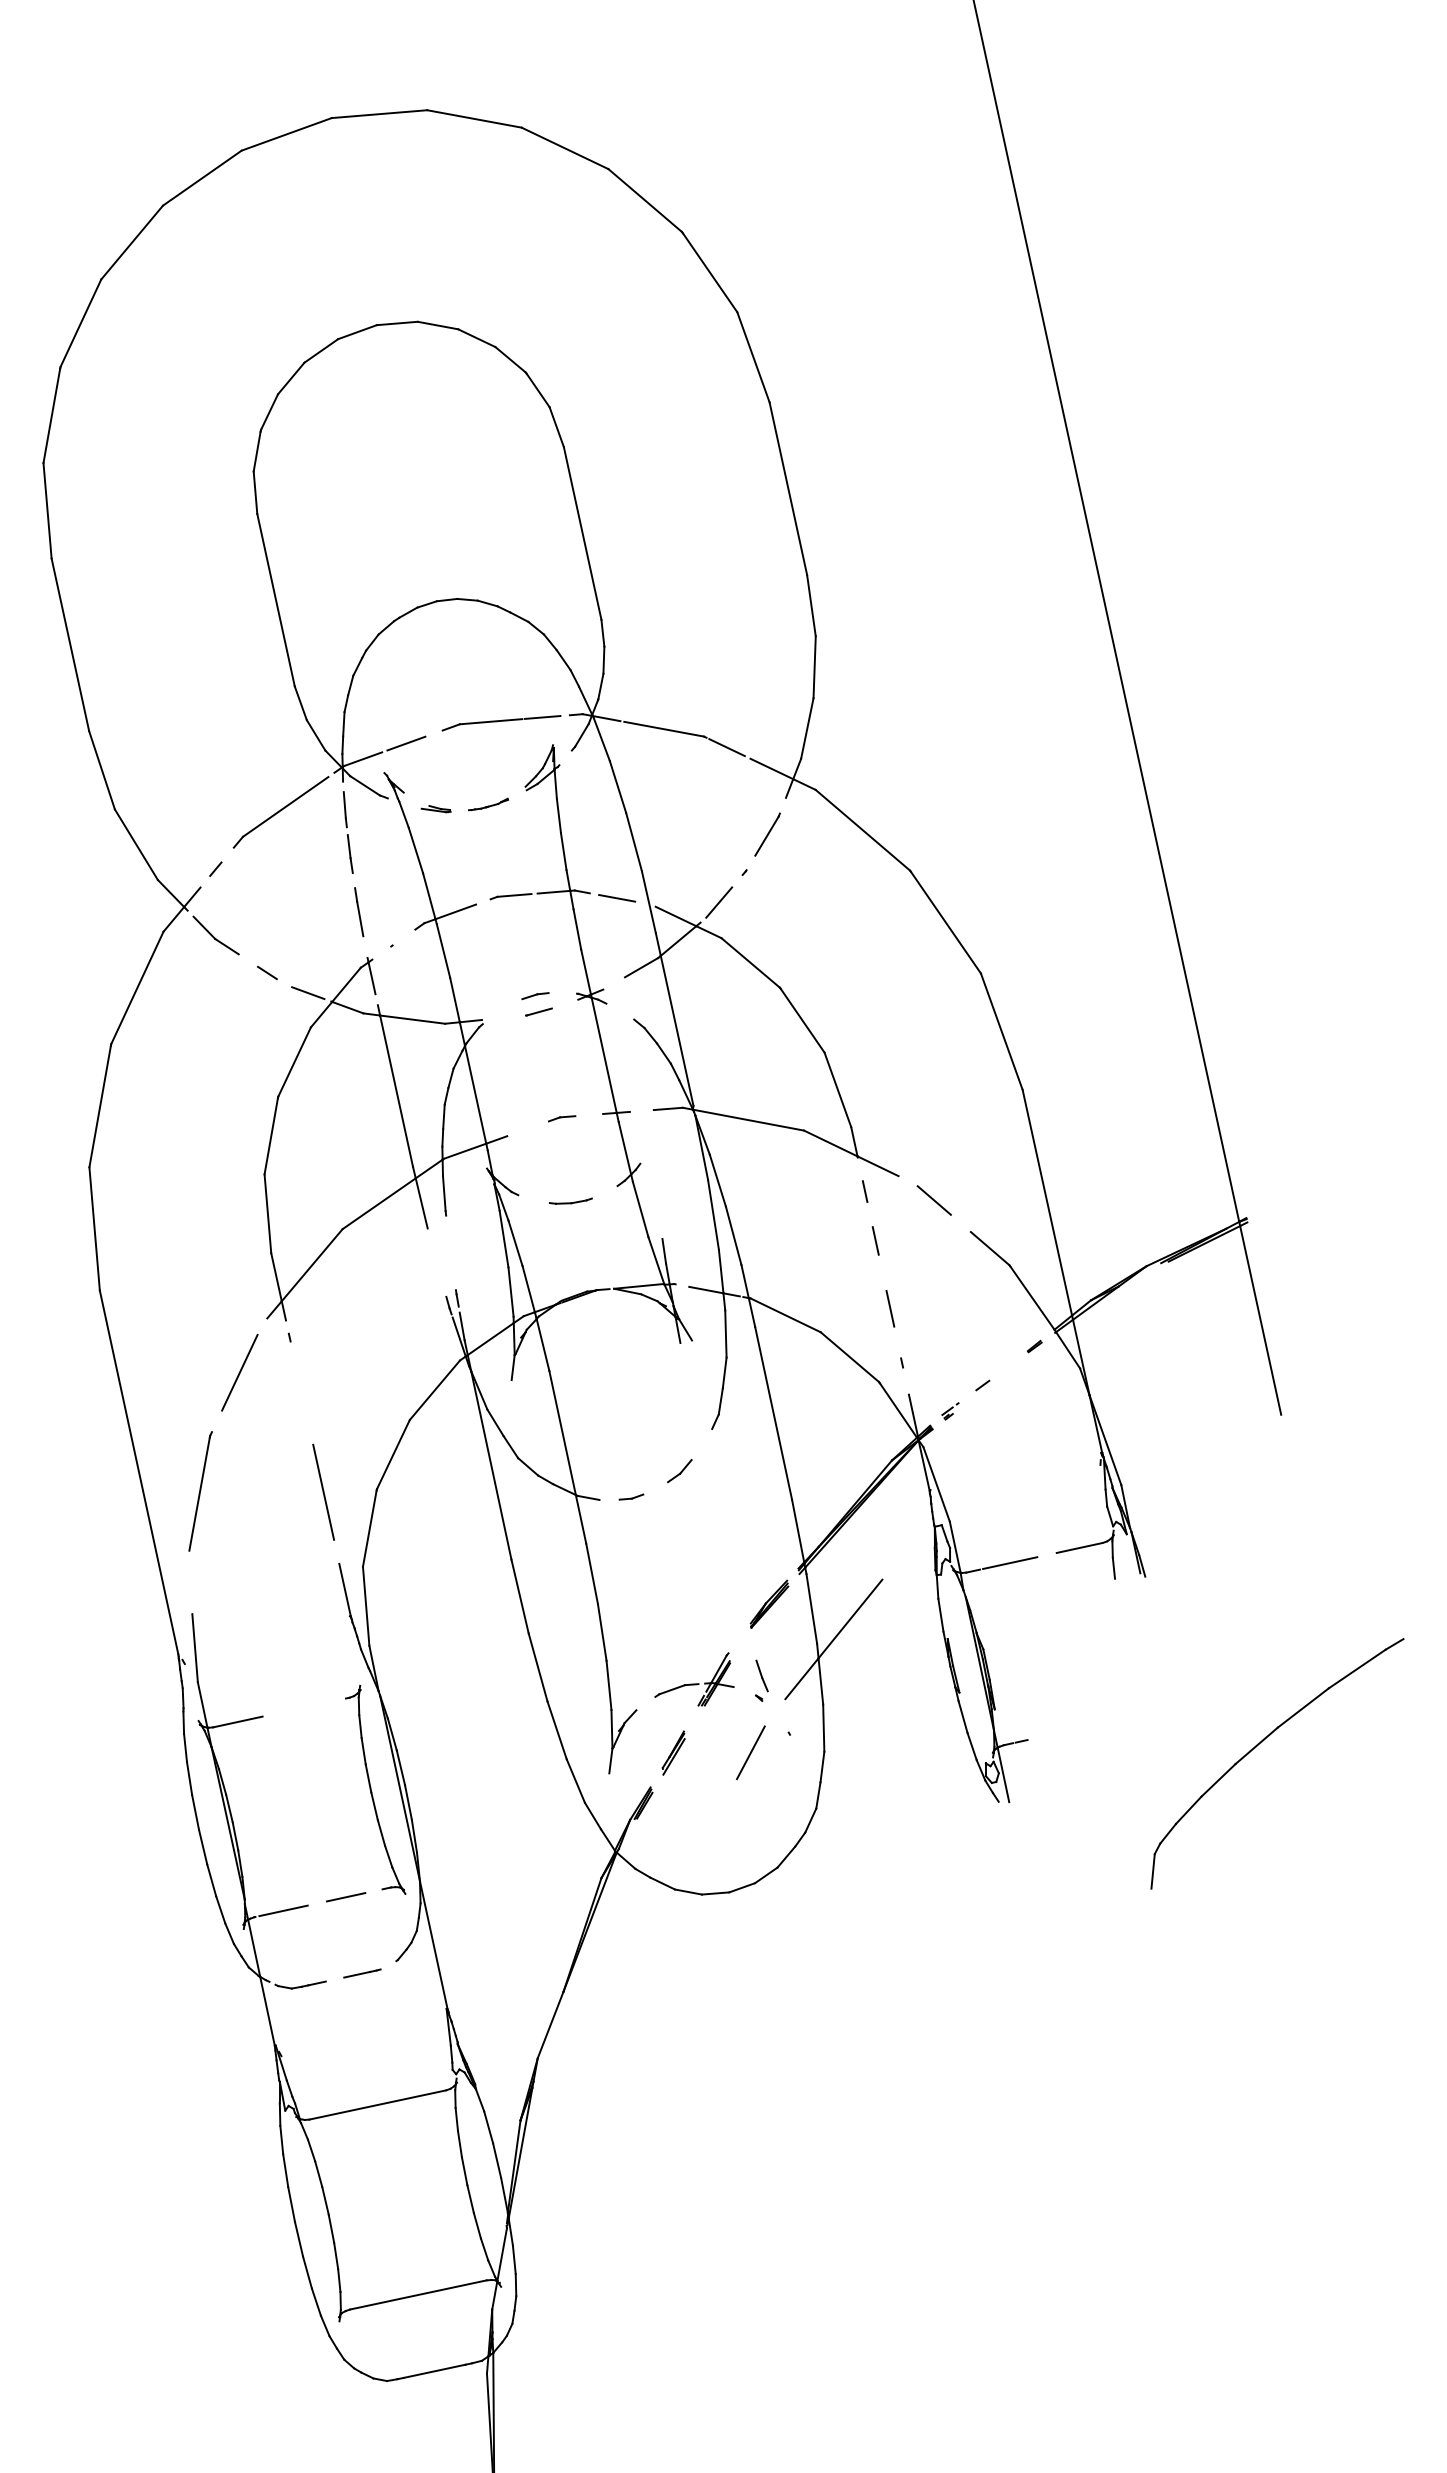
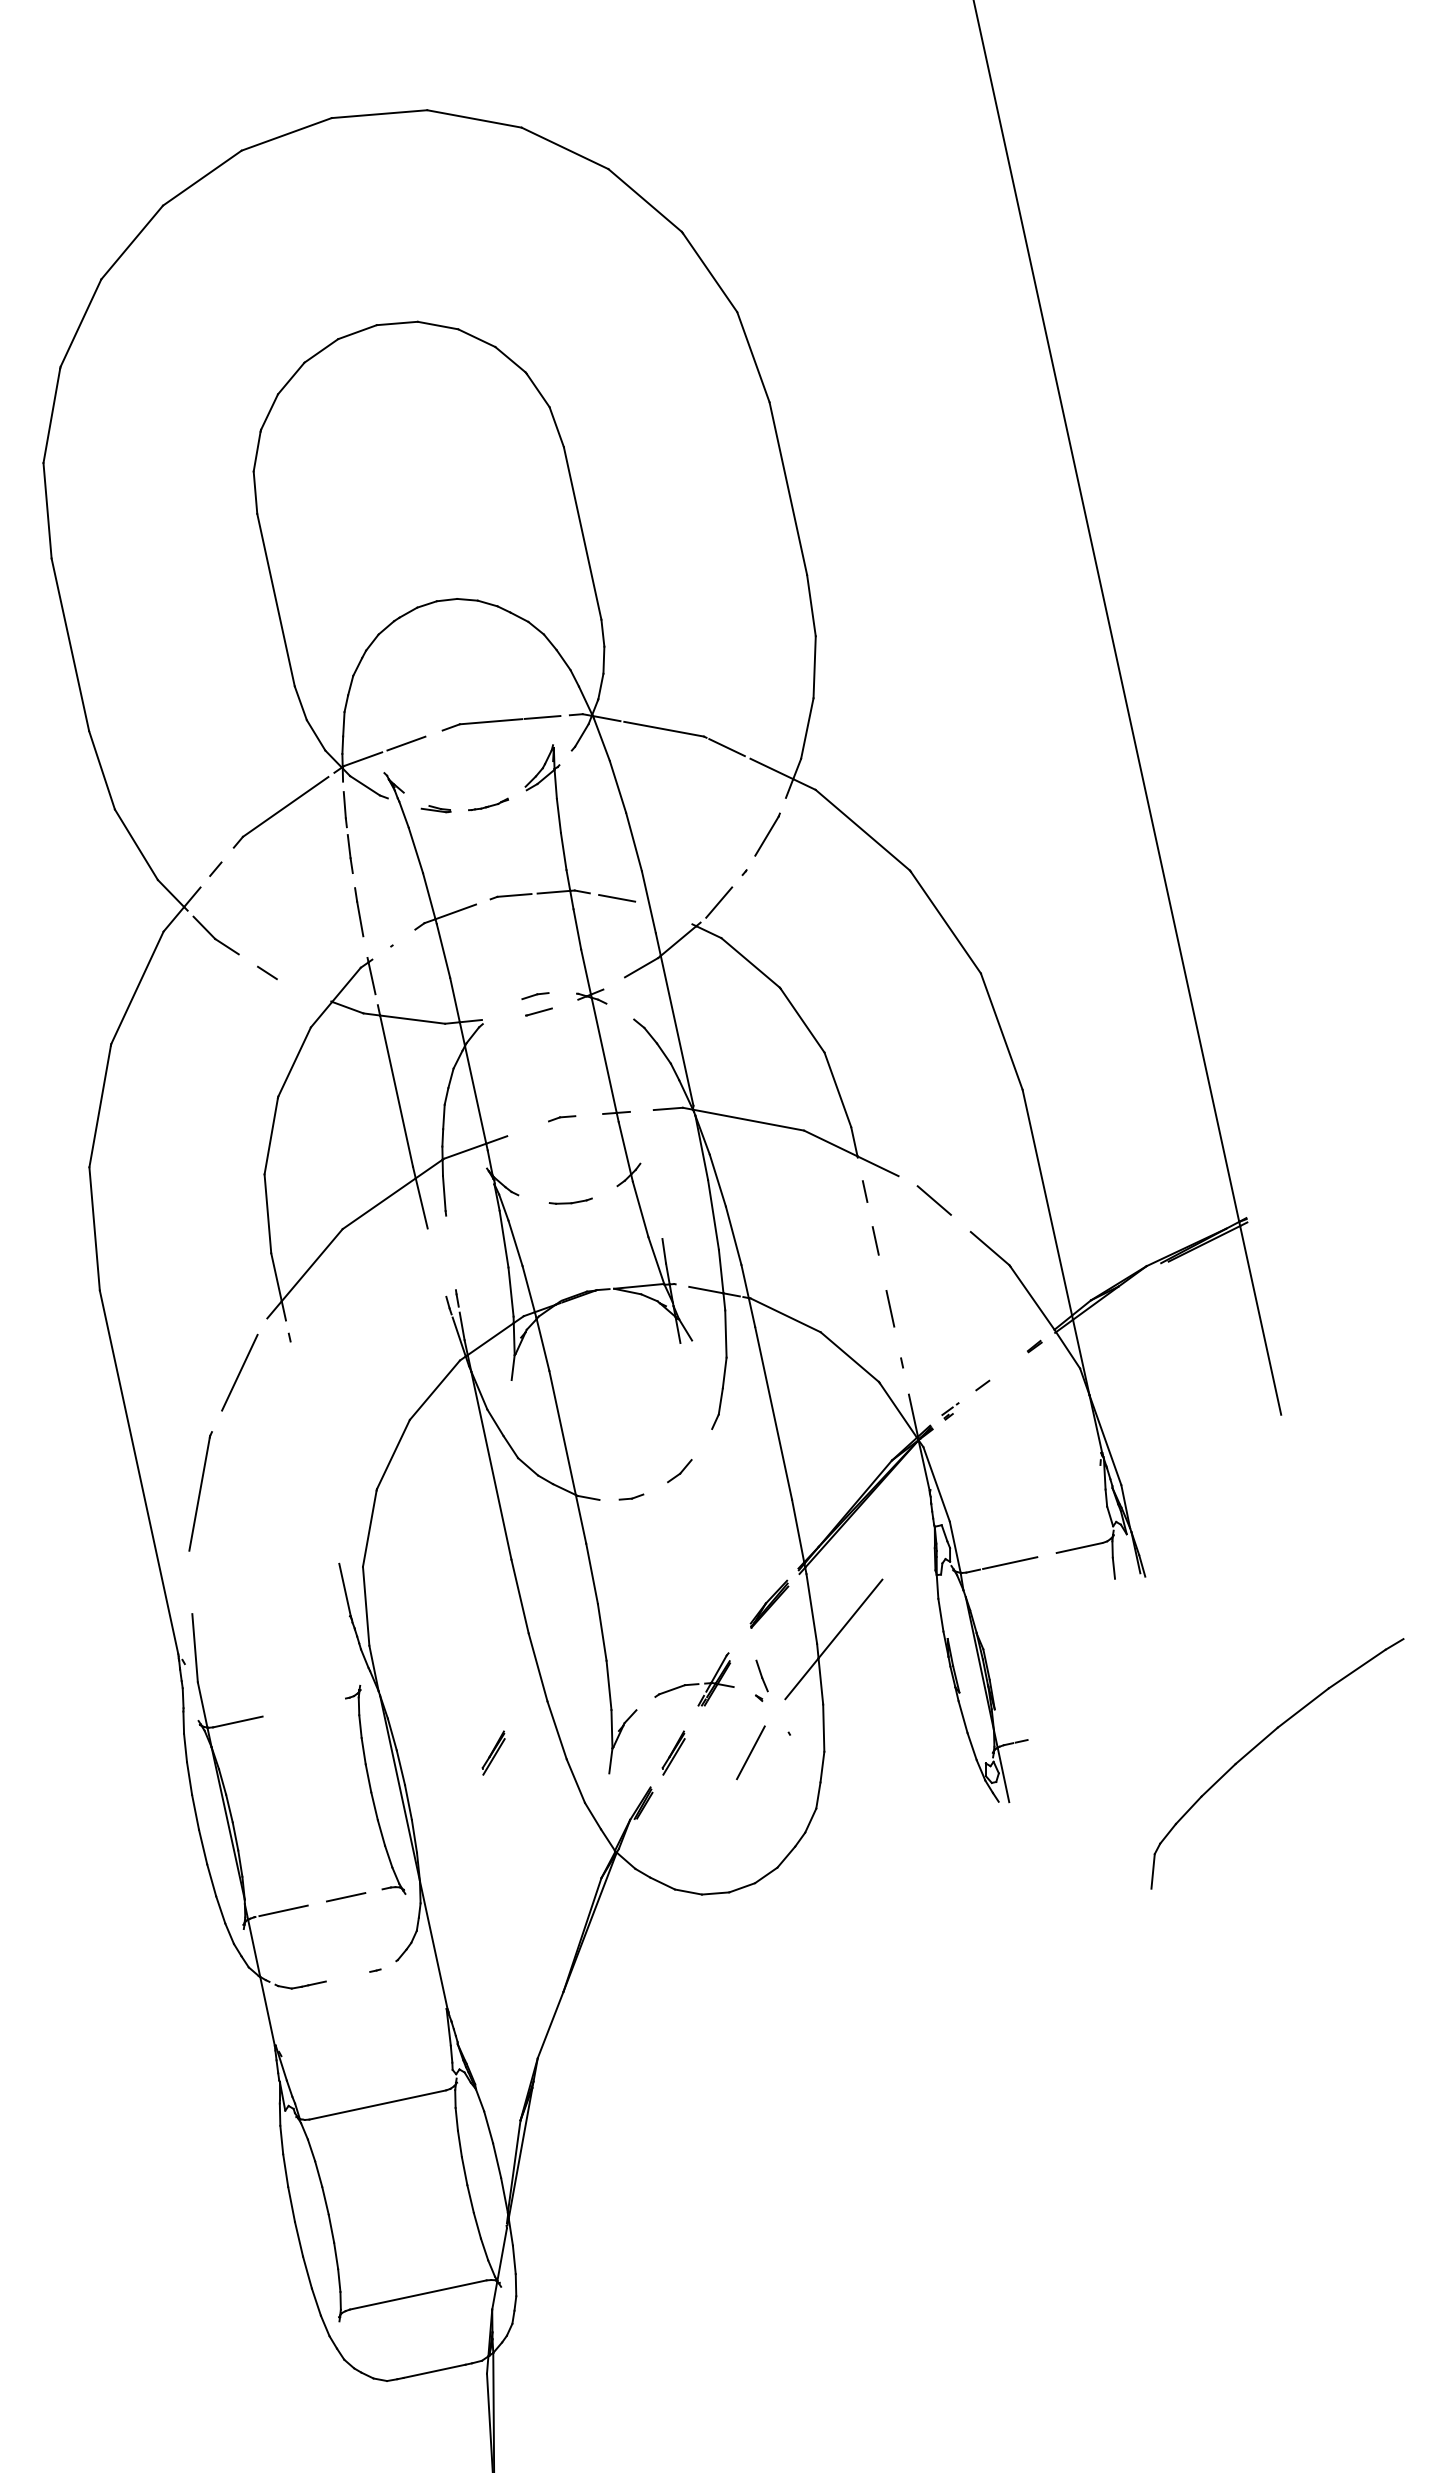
line at (673, 914): present -> none
line at (308, 993): present -> none
line at (323, 1491): present -> none
part at (493, 1752): none -> present
line at (357, 1974): present -> none
